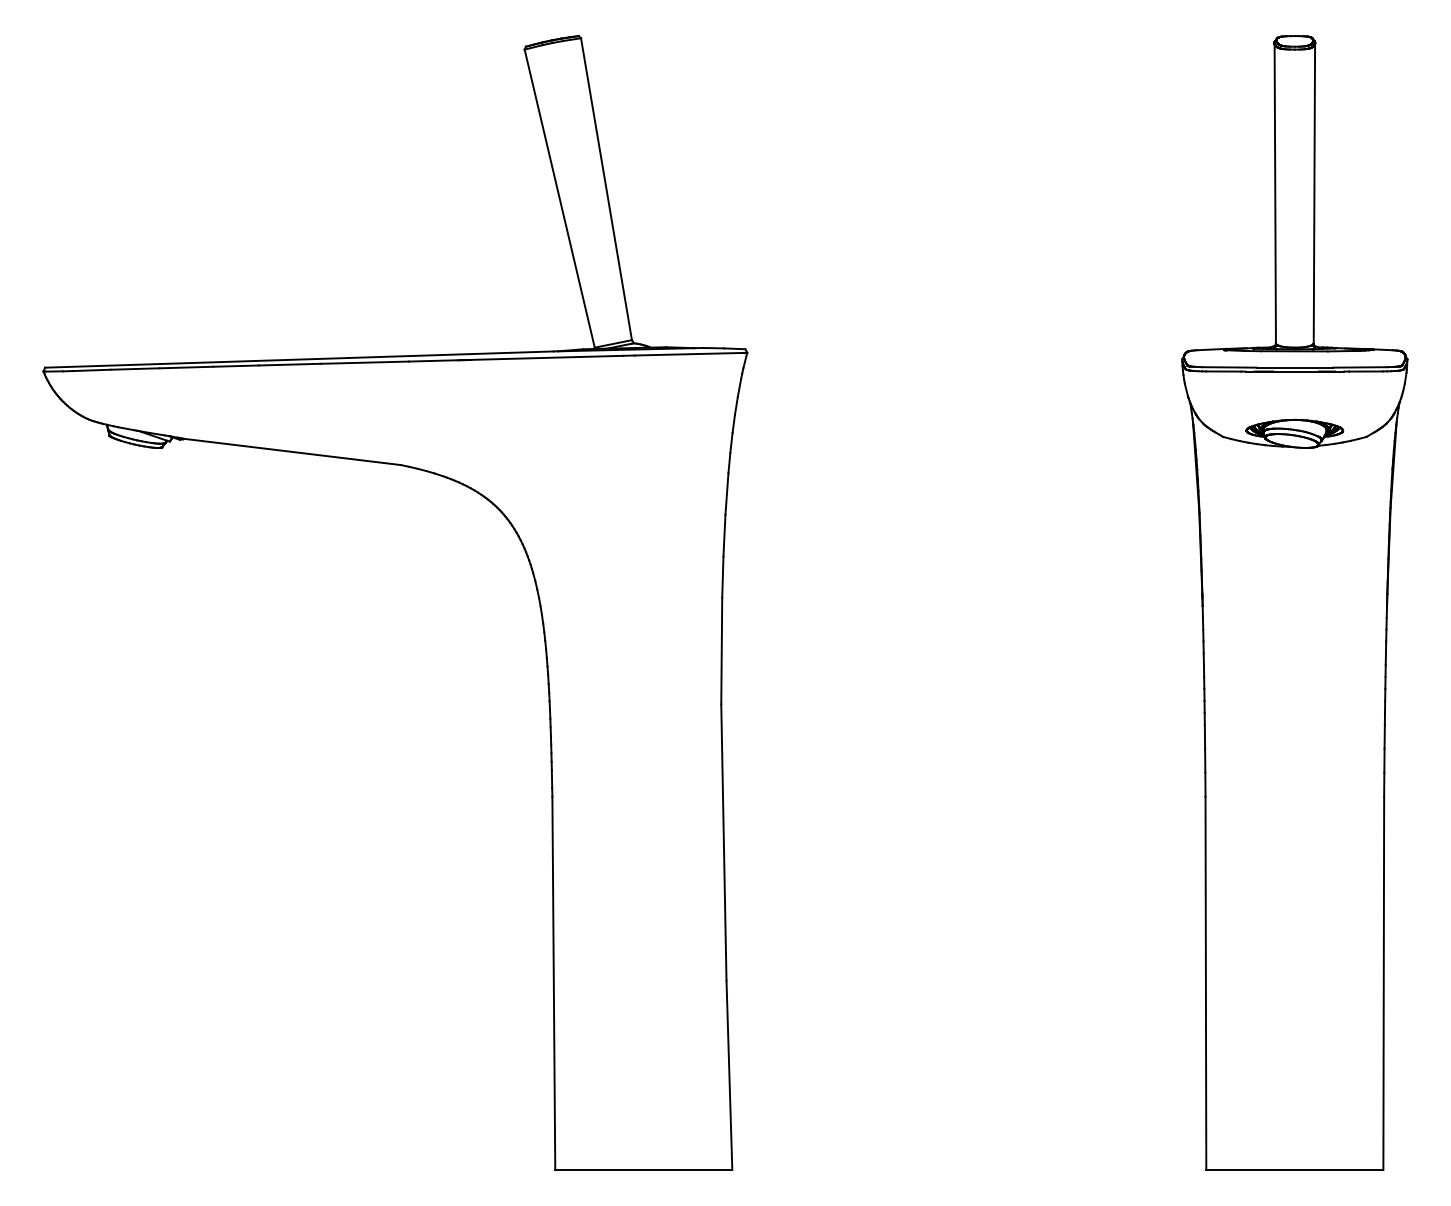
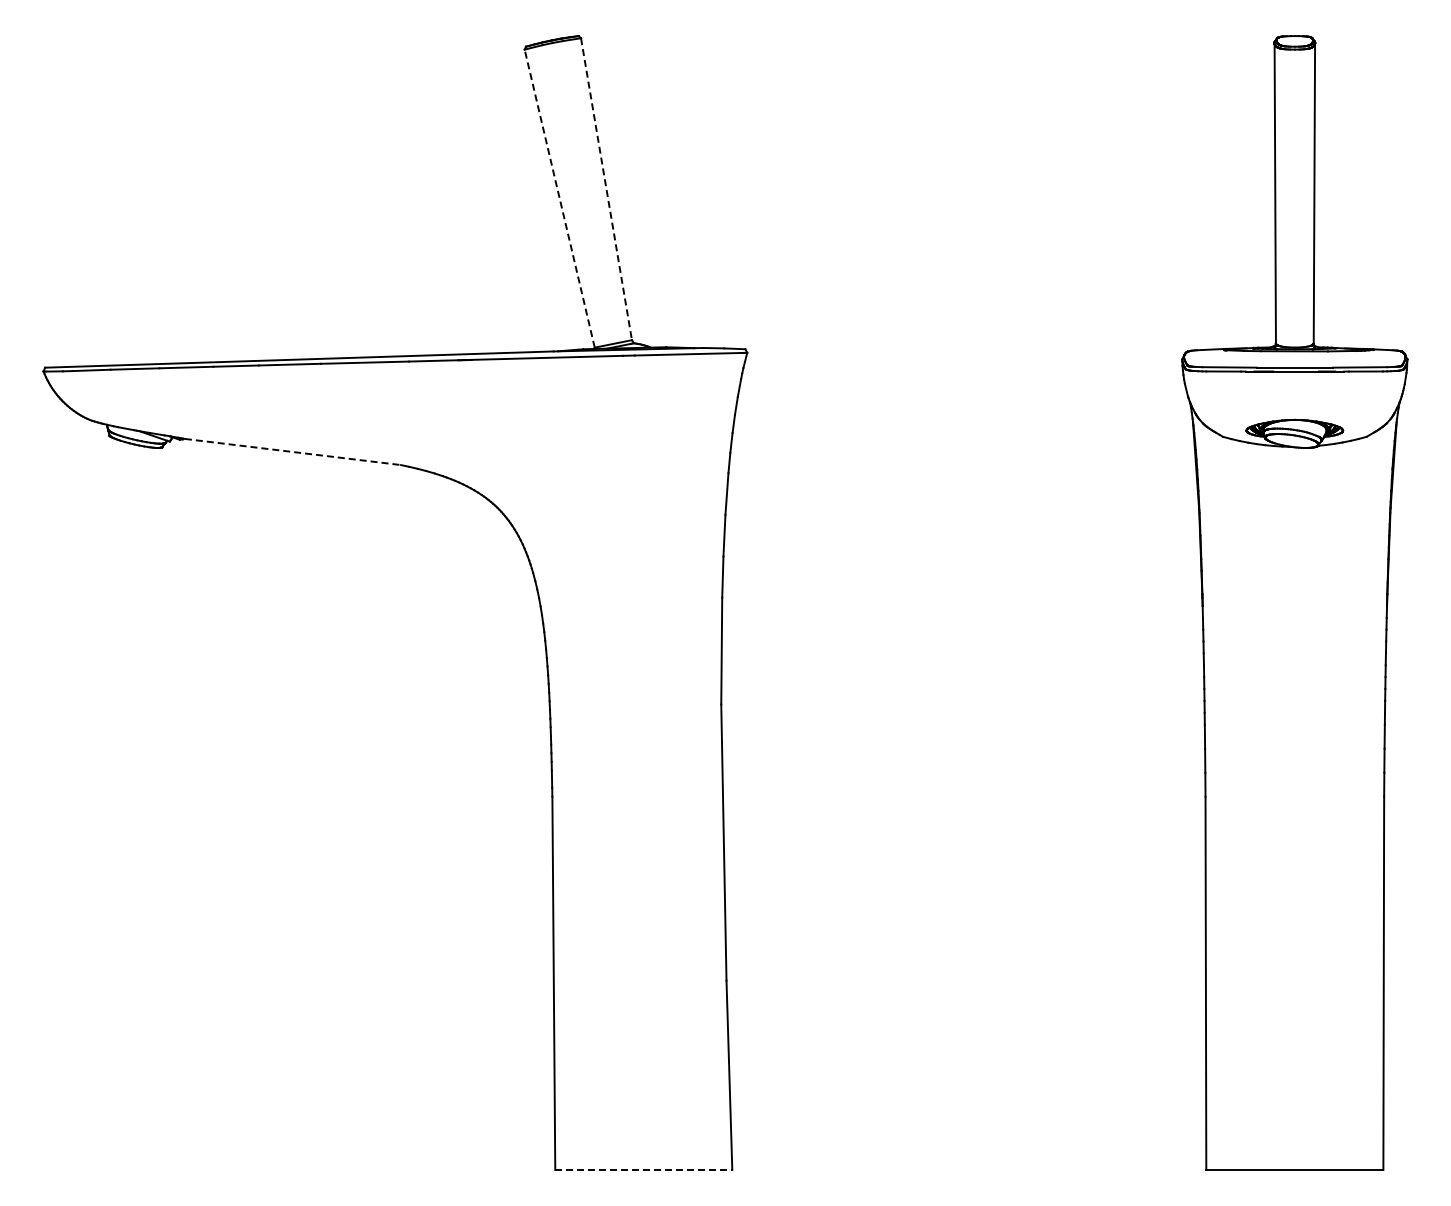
line at (606, 189): solid -> dashed
line at (559, 198): solid -> dashed
line at (293, 452): solid -> dashed
line at (643, 1169): solid -> dashed
